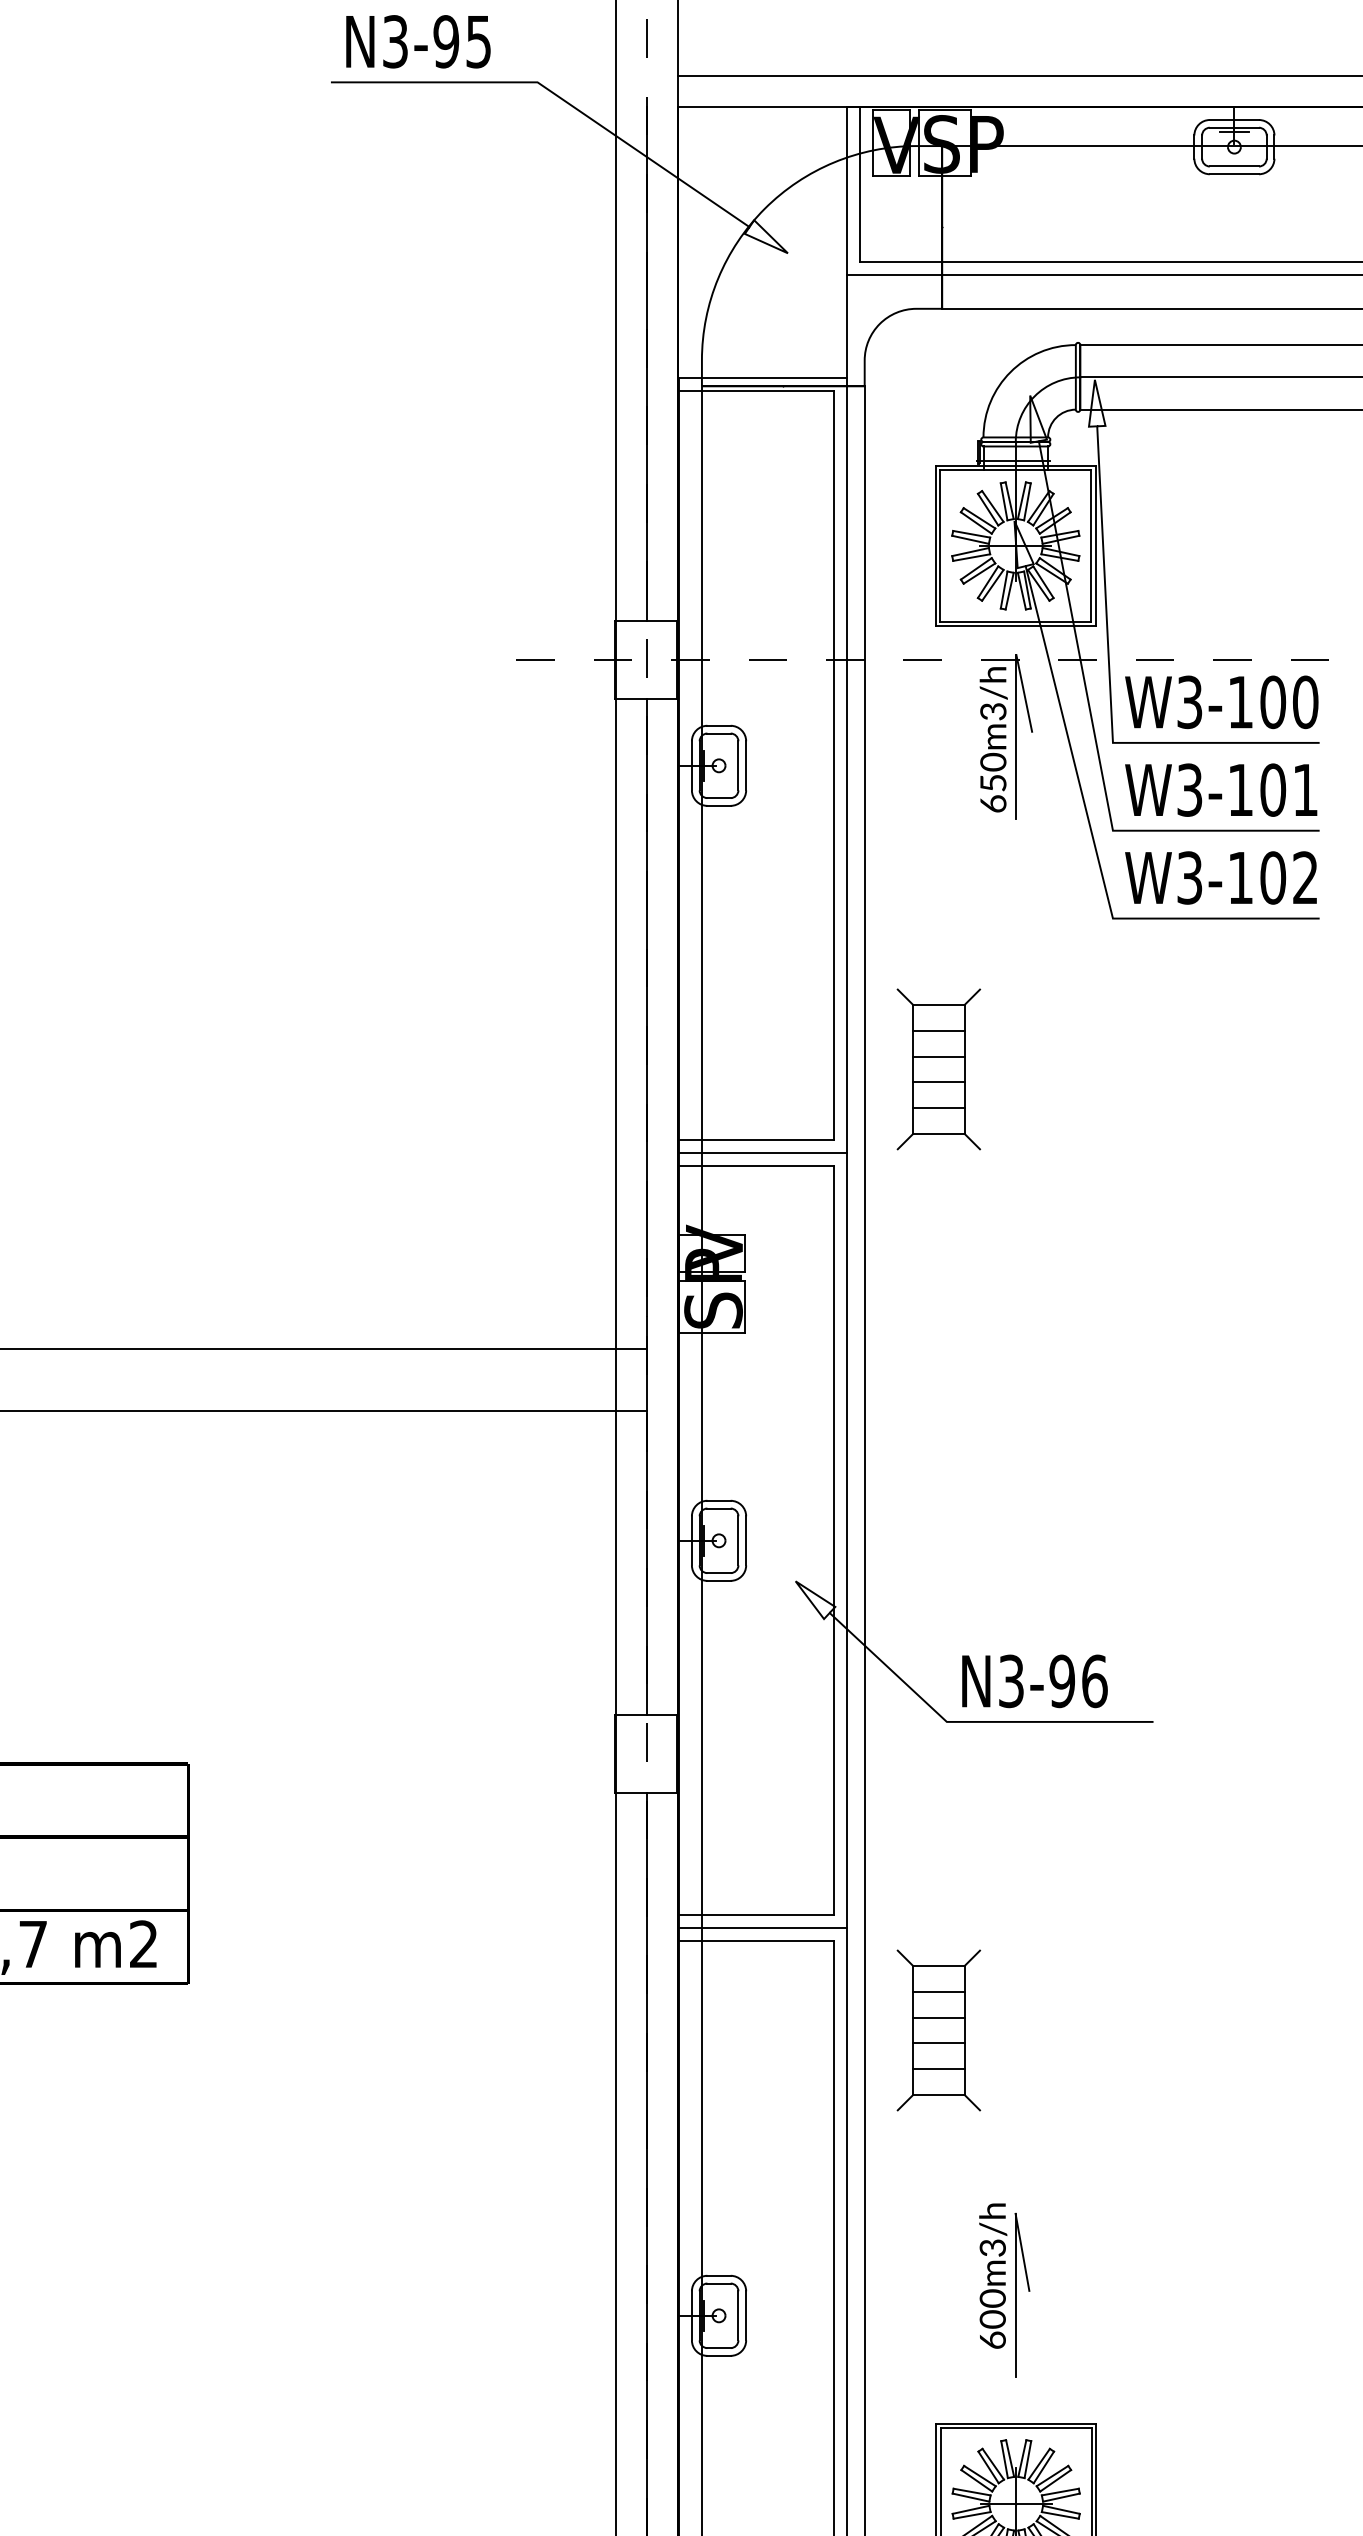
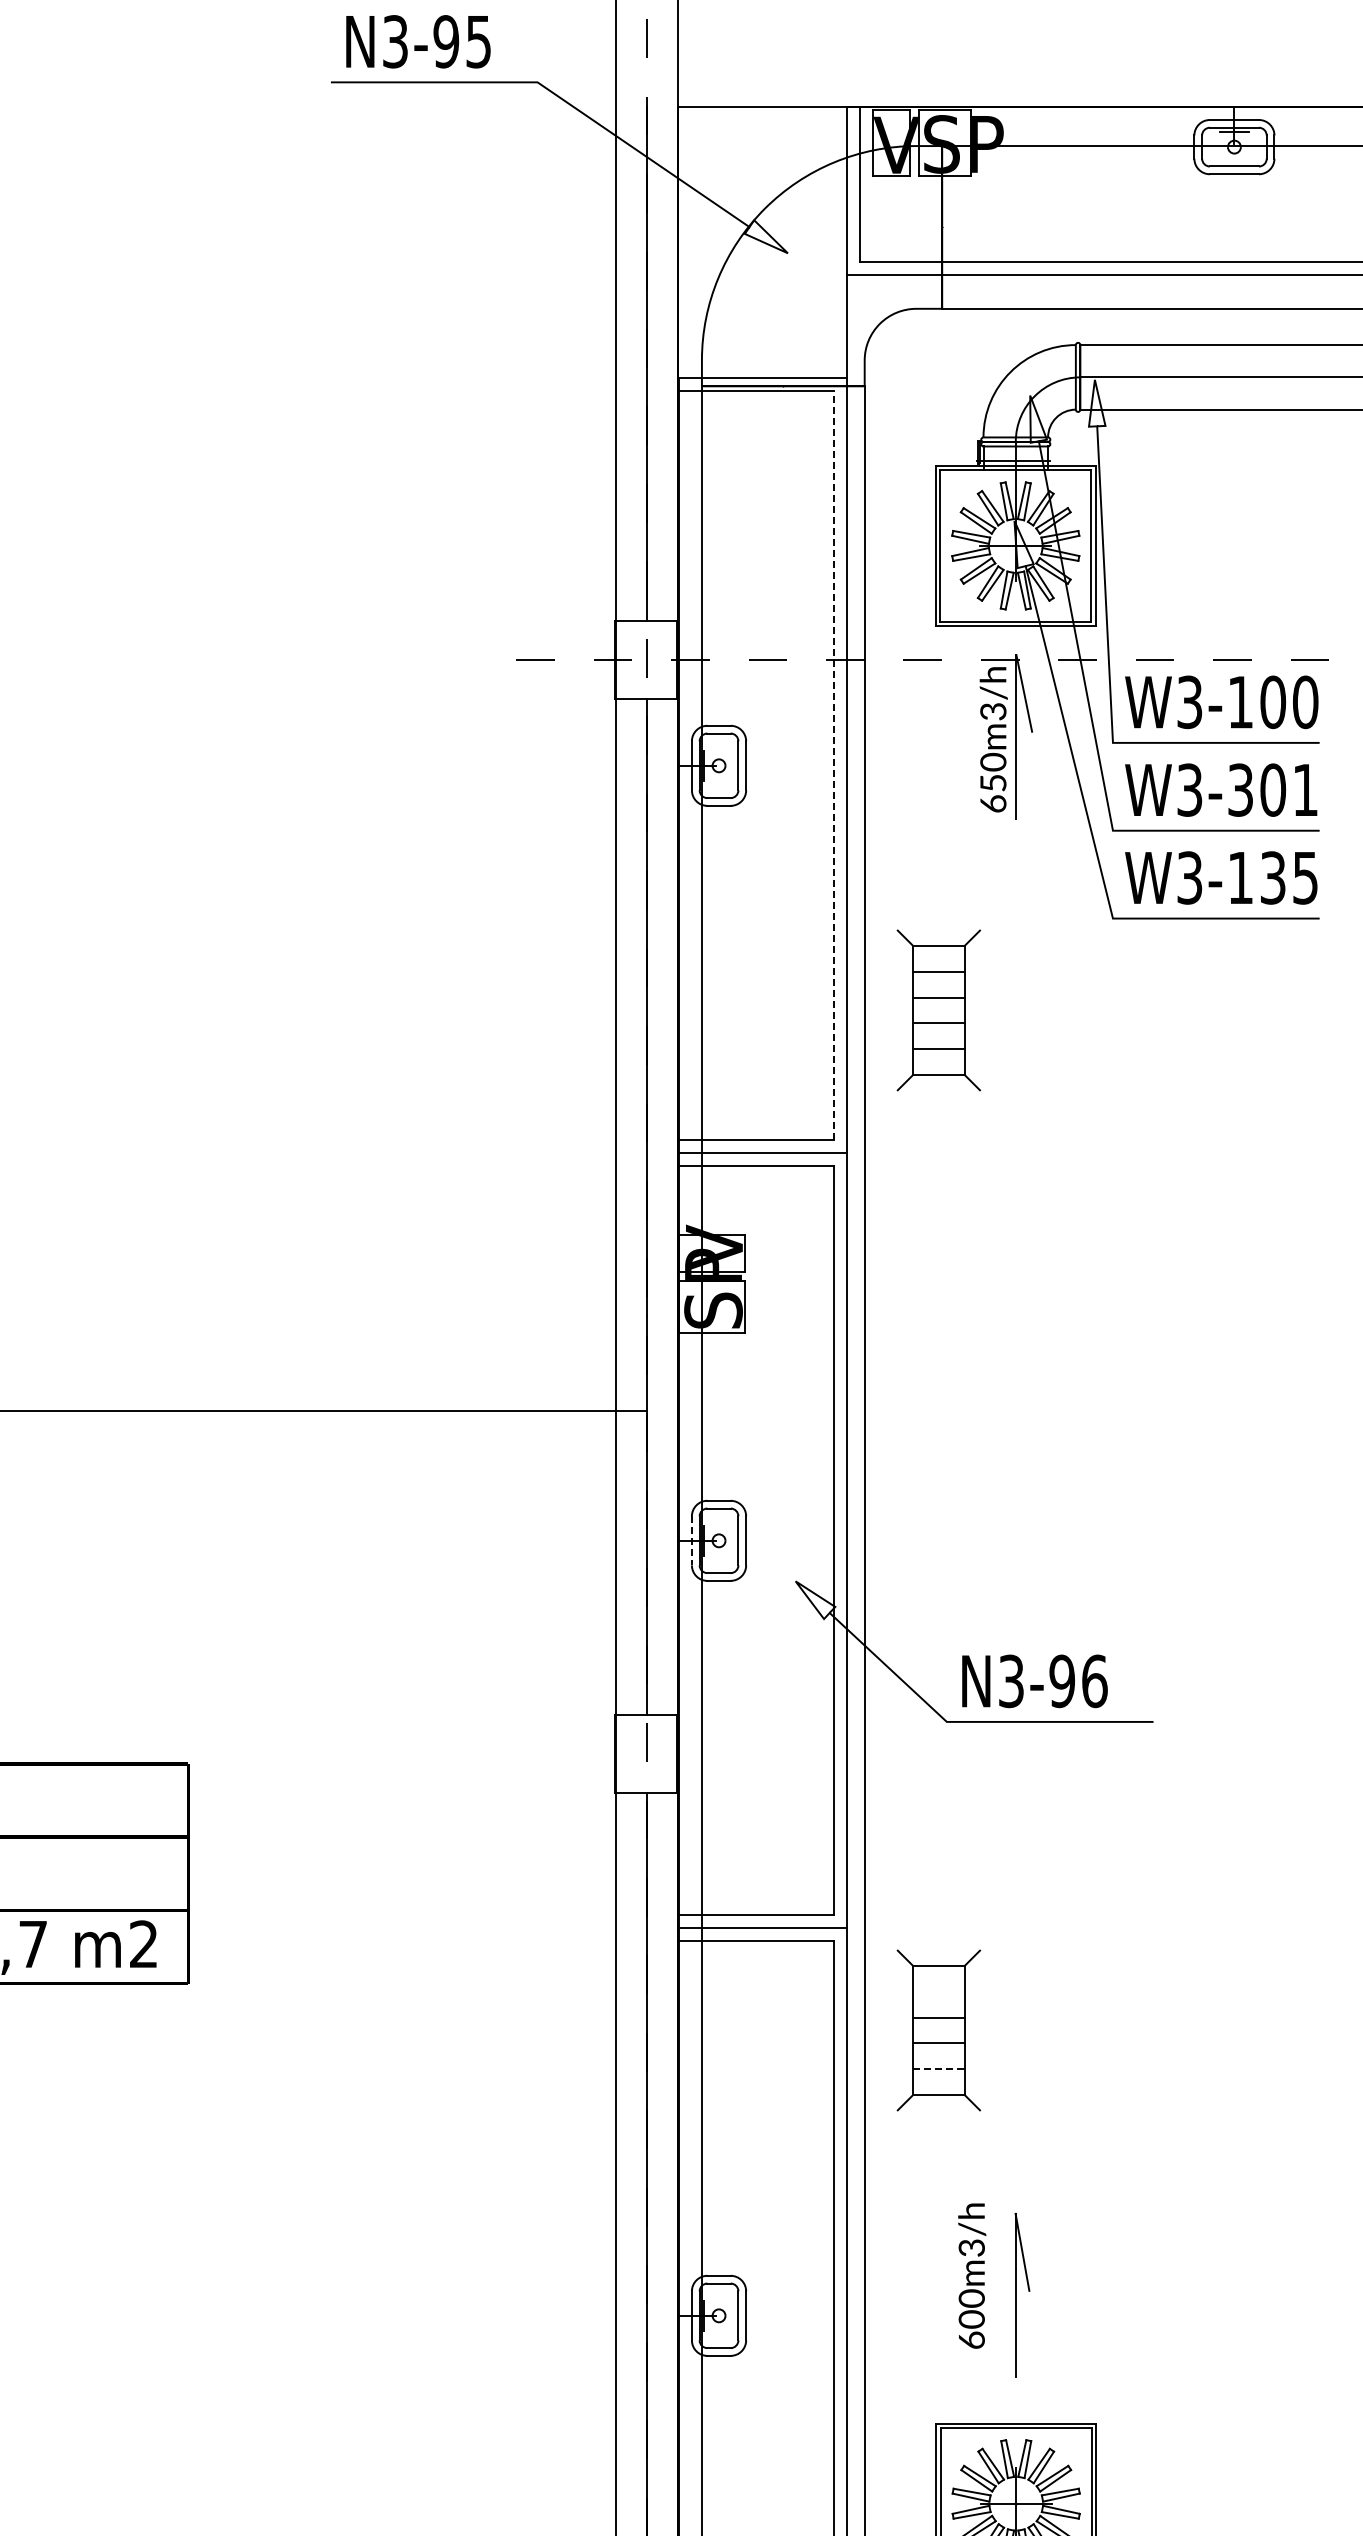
line at (1018, 76): present -> none
line at (834, 765): solid -> dashed
text at (1240, 789): W3-101 -> W3-301
text at (1288, 877): W3-102 -> W3-135
part at (938, 1069) position: (938, 1069) -> (938, 1010)
line at (324, 1349): present -> none
line at (691, 1540): solid -> dashed
line at (938, 1991): present -> none
line at (938, 2069): solid -> dashed
text at (993, 2275) position: (993, 2275) -> (972, 2275)
